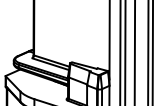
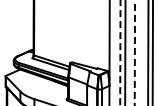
line at (120, 53): solid -> dashed
line at (134, 53): solid -> dashed
